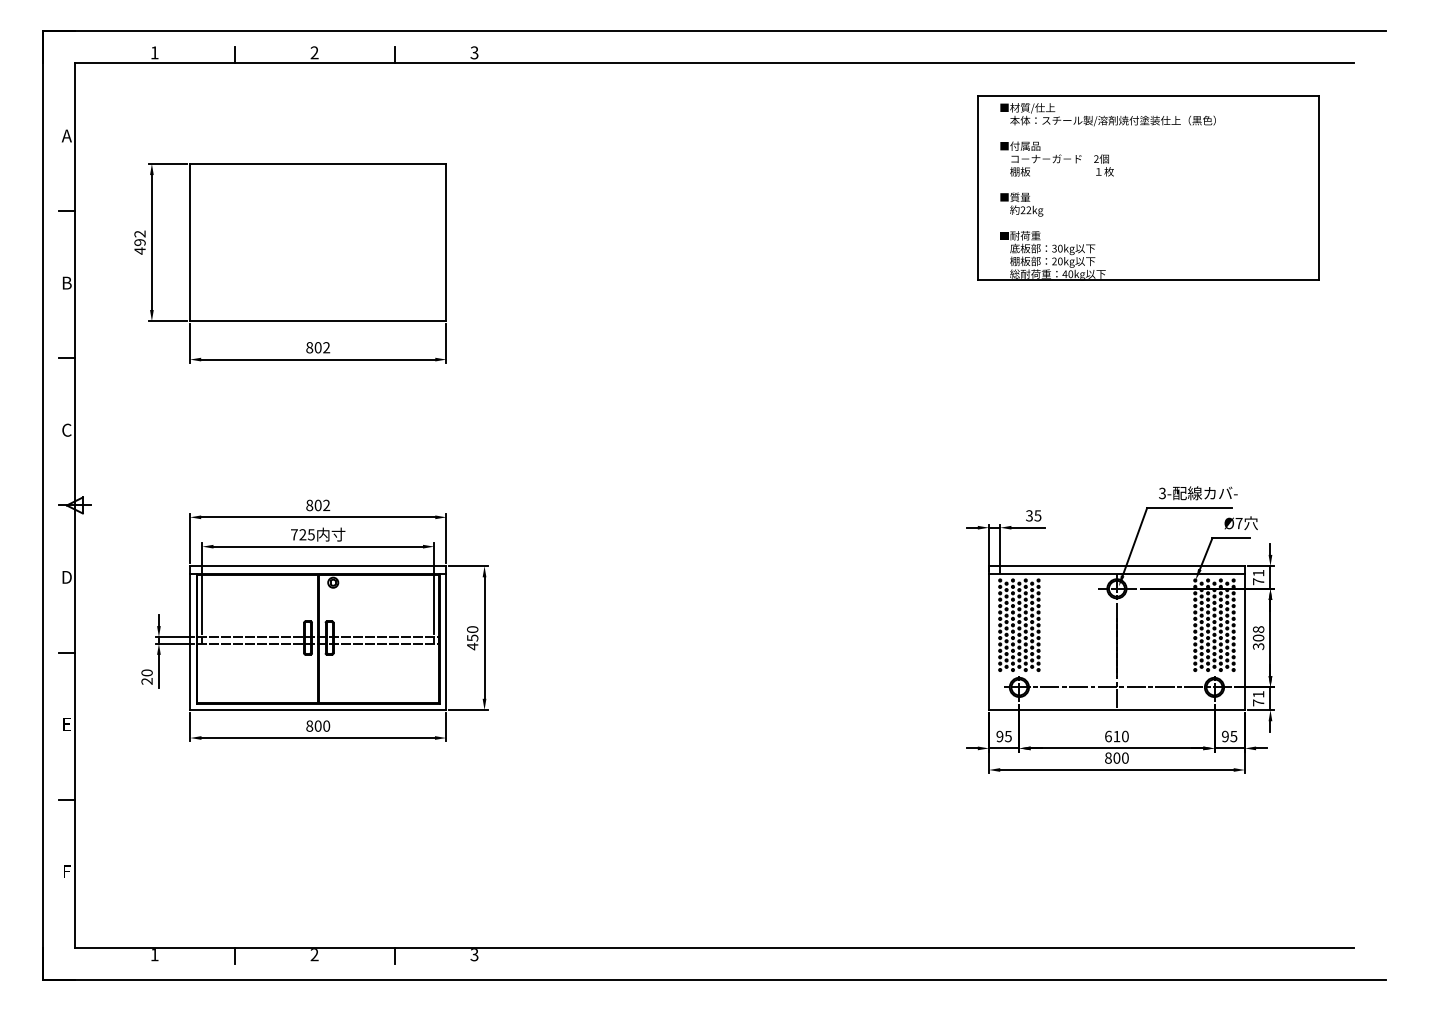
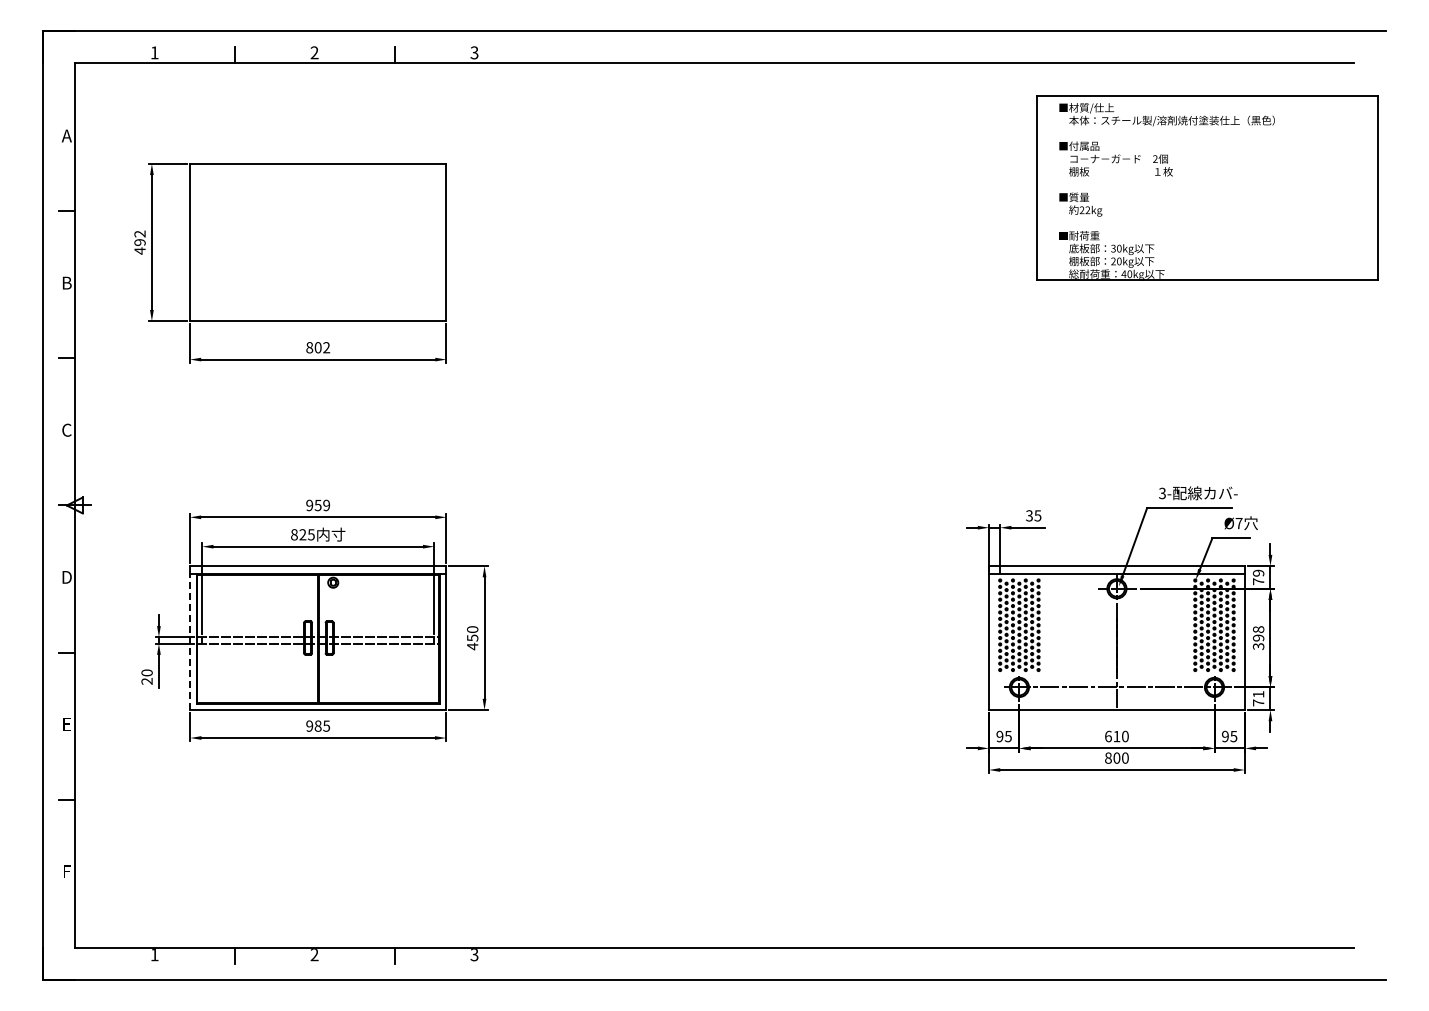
part at (1148, 187) position: (1148, 187) -> (1207, 187)
text at (318, 505): 802 -> 959
text at (294, 534): 725 -> 825
text at (1258, 572): 71 -> 79
text at (1258, 637): 308 -> 398
line at (190, 642): solid -> dashed
text at (318, 725): 800 -> 985
